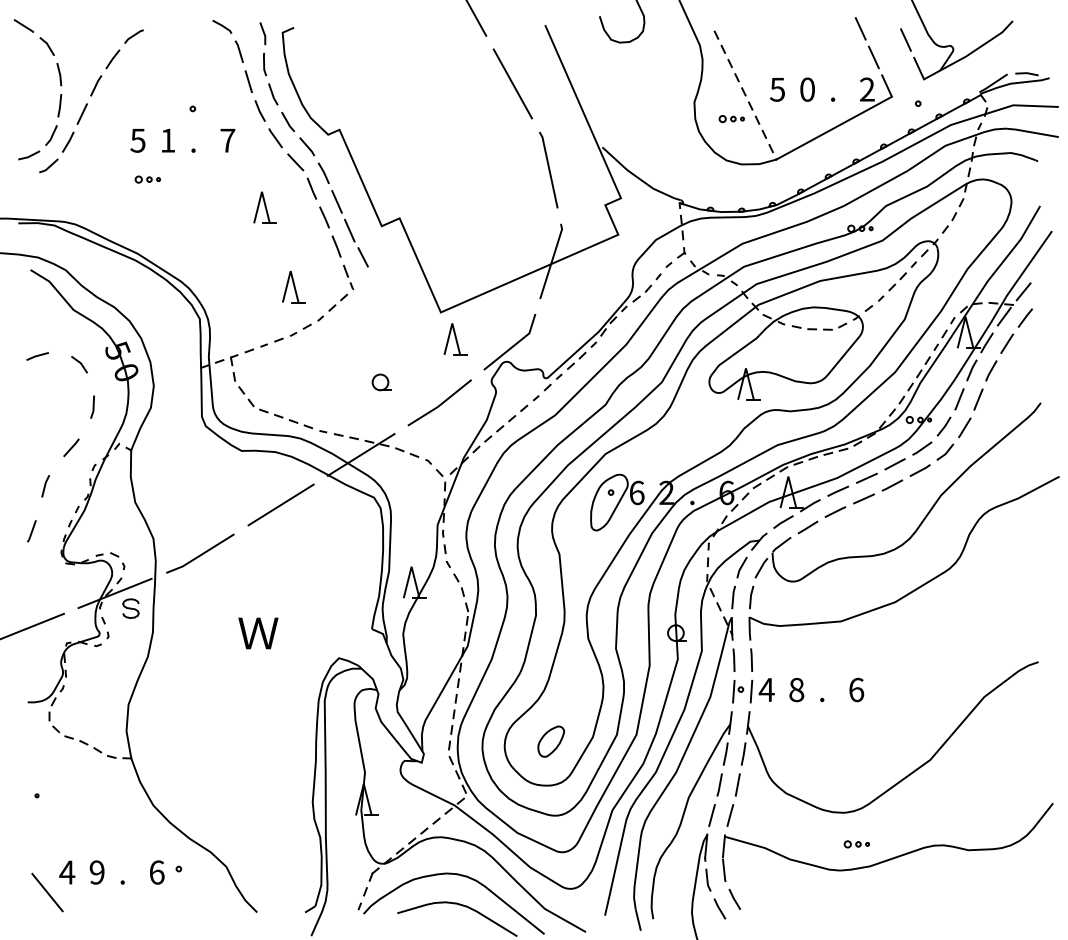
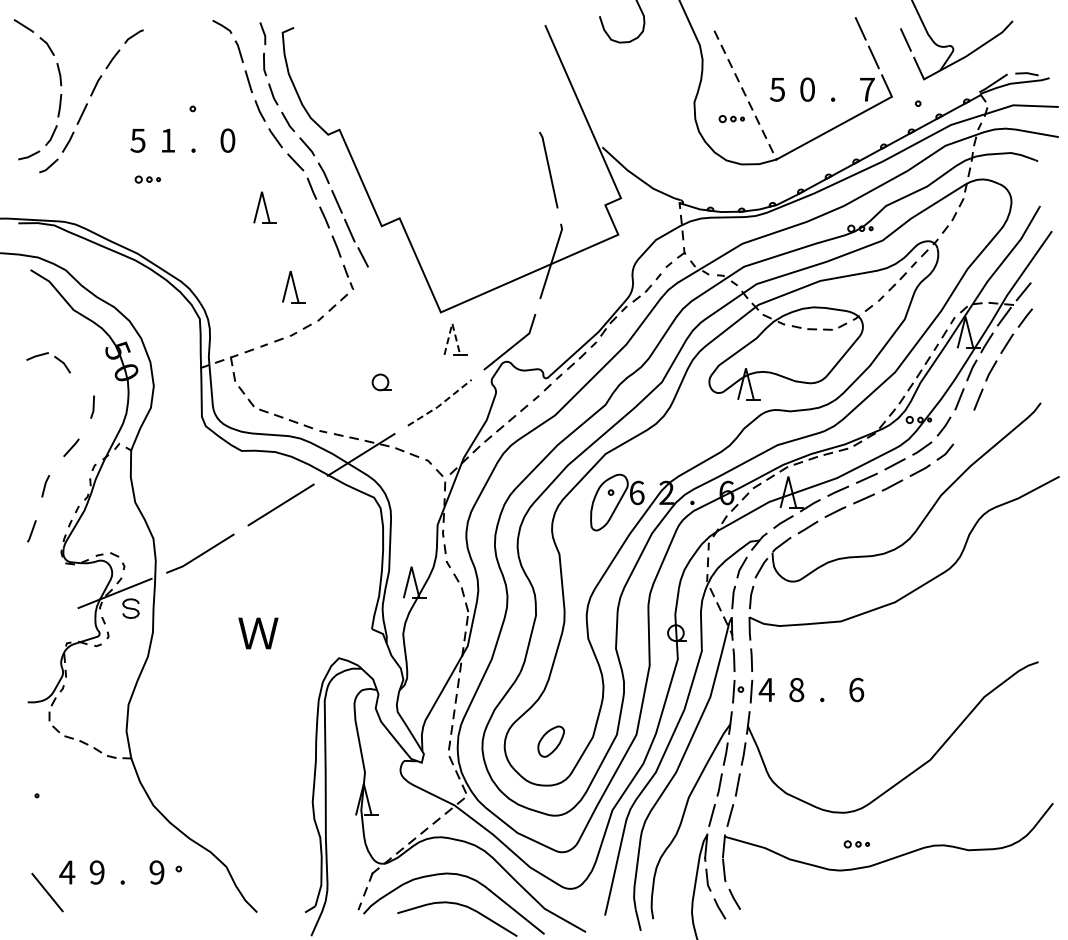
line at (476, 18): present -> none
line at (512, 83): present -> none
text at (867, 89): 2 -> 7
text at (227, 140): 7 -> 0
line at (452, 323): solid -> dashed
line at (79, 363) position: (79, 363) -> (62, 363)
line at (440, 404): solid -> dashed
line at (964, 427): present -> none
line at (32, 625): present -> none
text at (156, 872): 6 -> 9
